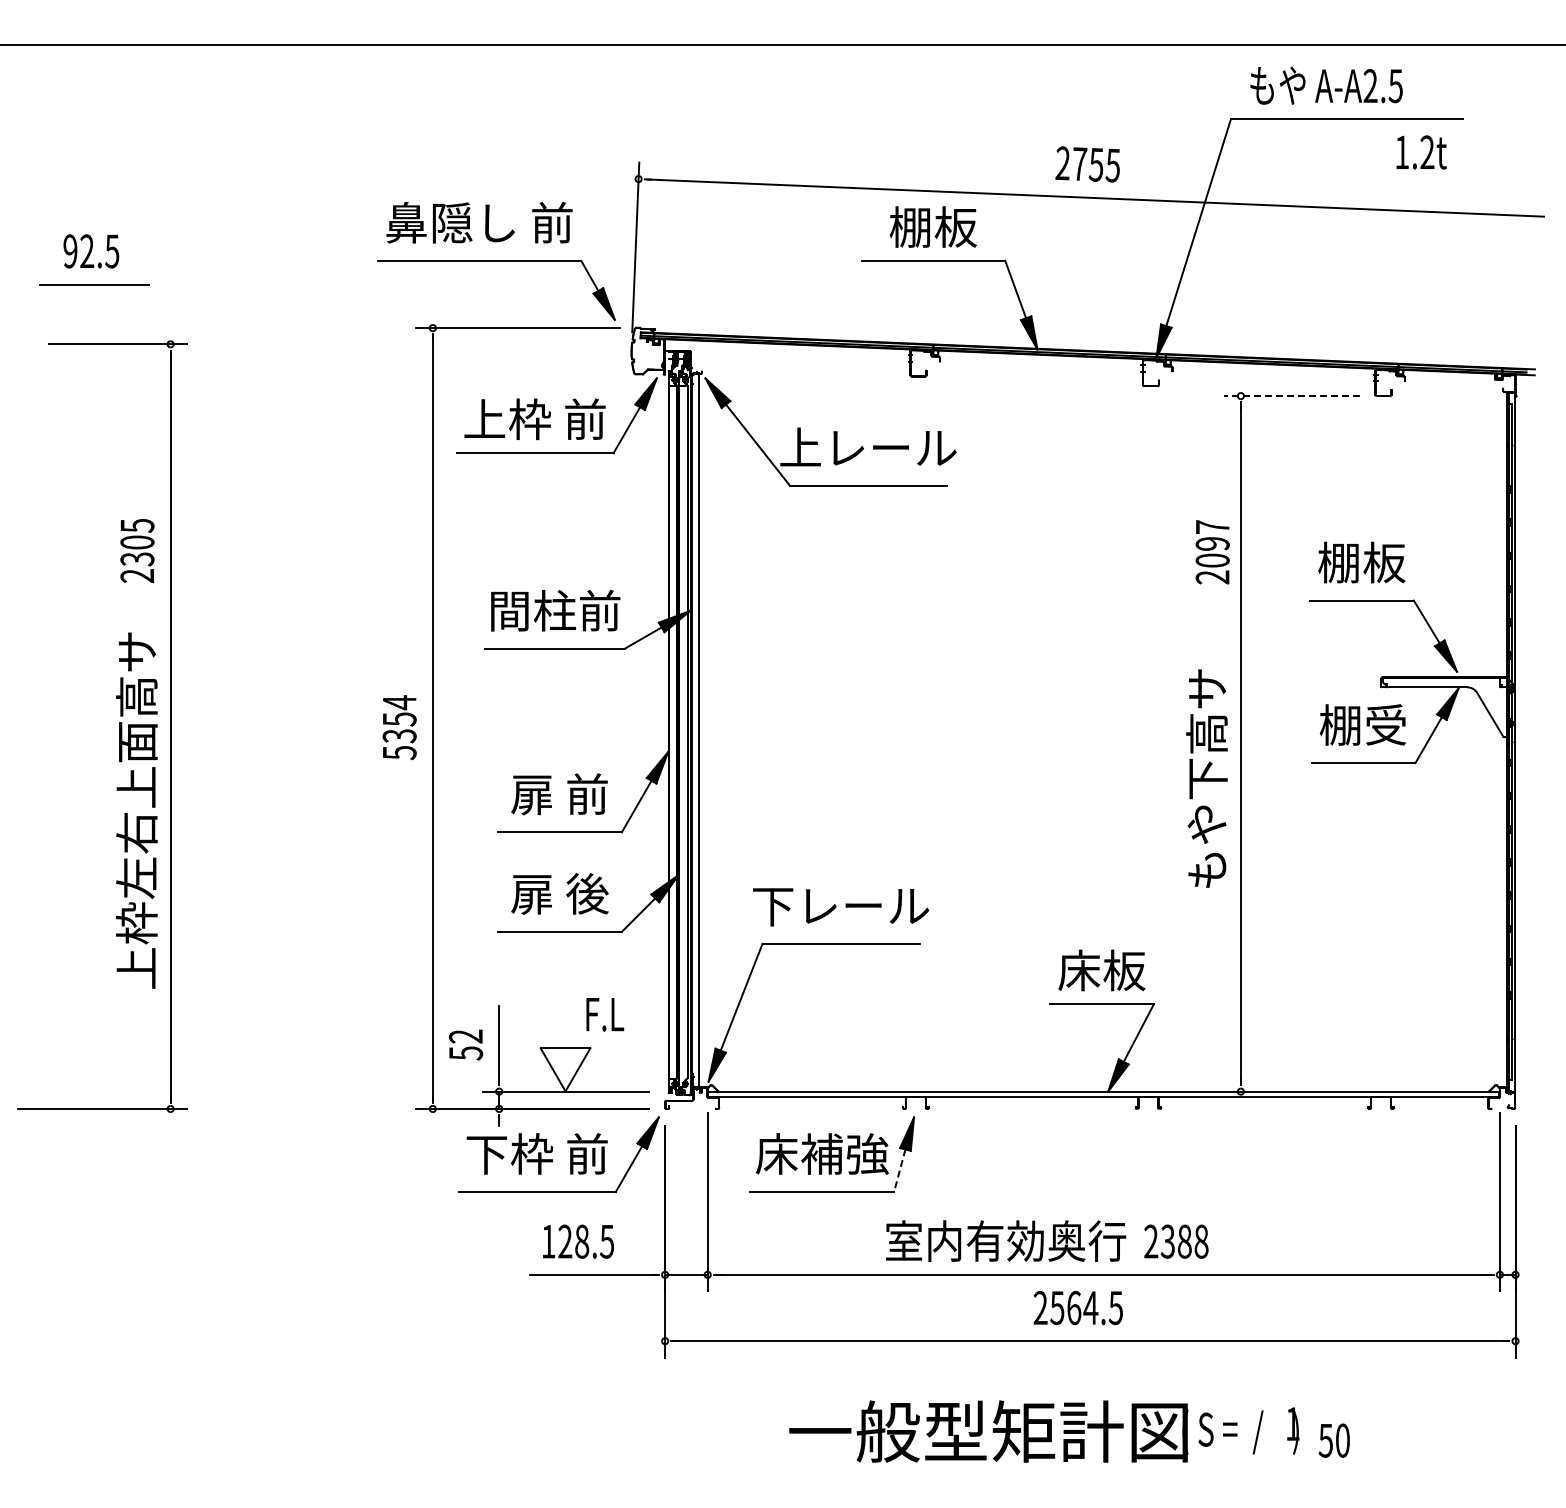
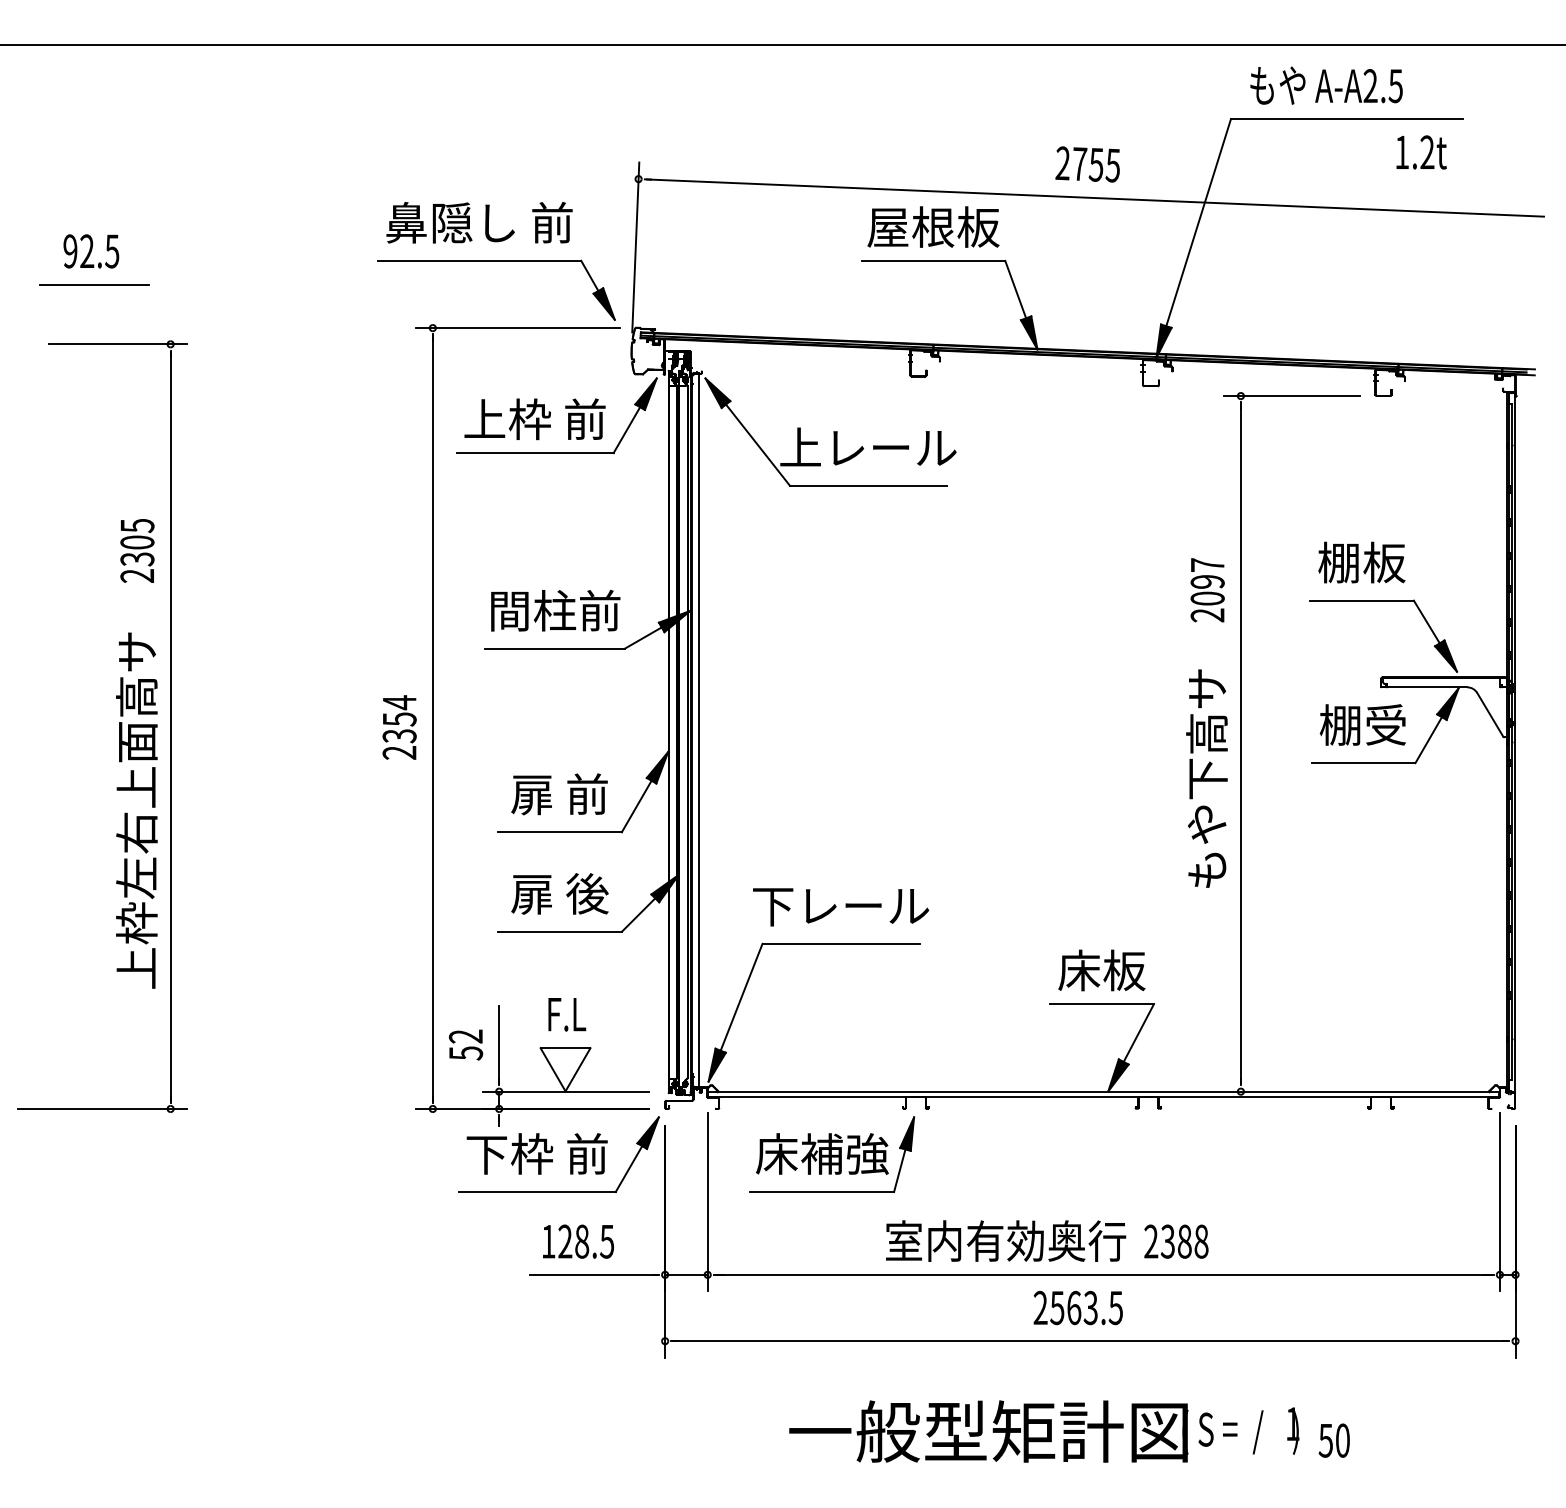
text at (933, 226): 棚板 -> 屋根板
line at (1292, 396): dashed -> solid
text at (1212, 552) position: (1212, 552) -> (1207, 590)
text at (399, 753): 5354 -> 2354
text at (605, 1014) position: (605, 1014) -> (567, 1014)
line at (899, 1171): dashed -> solid
text at (1090, 1307): 2564.5 -> 2563.5
